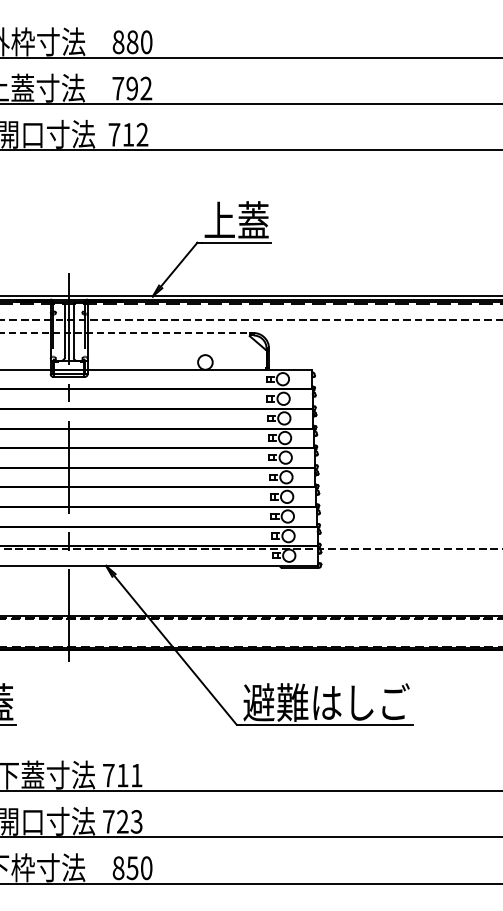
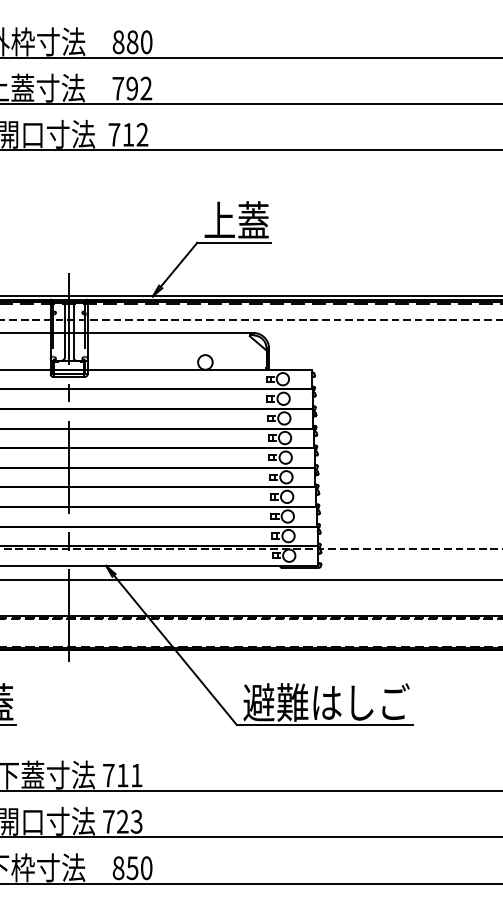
line at (124, 333): dashed -> solid
line at (250, 580): none -> present
